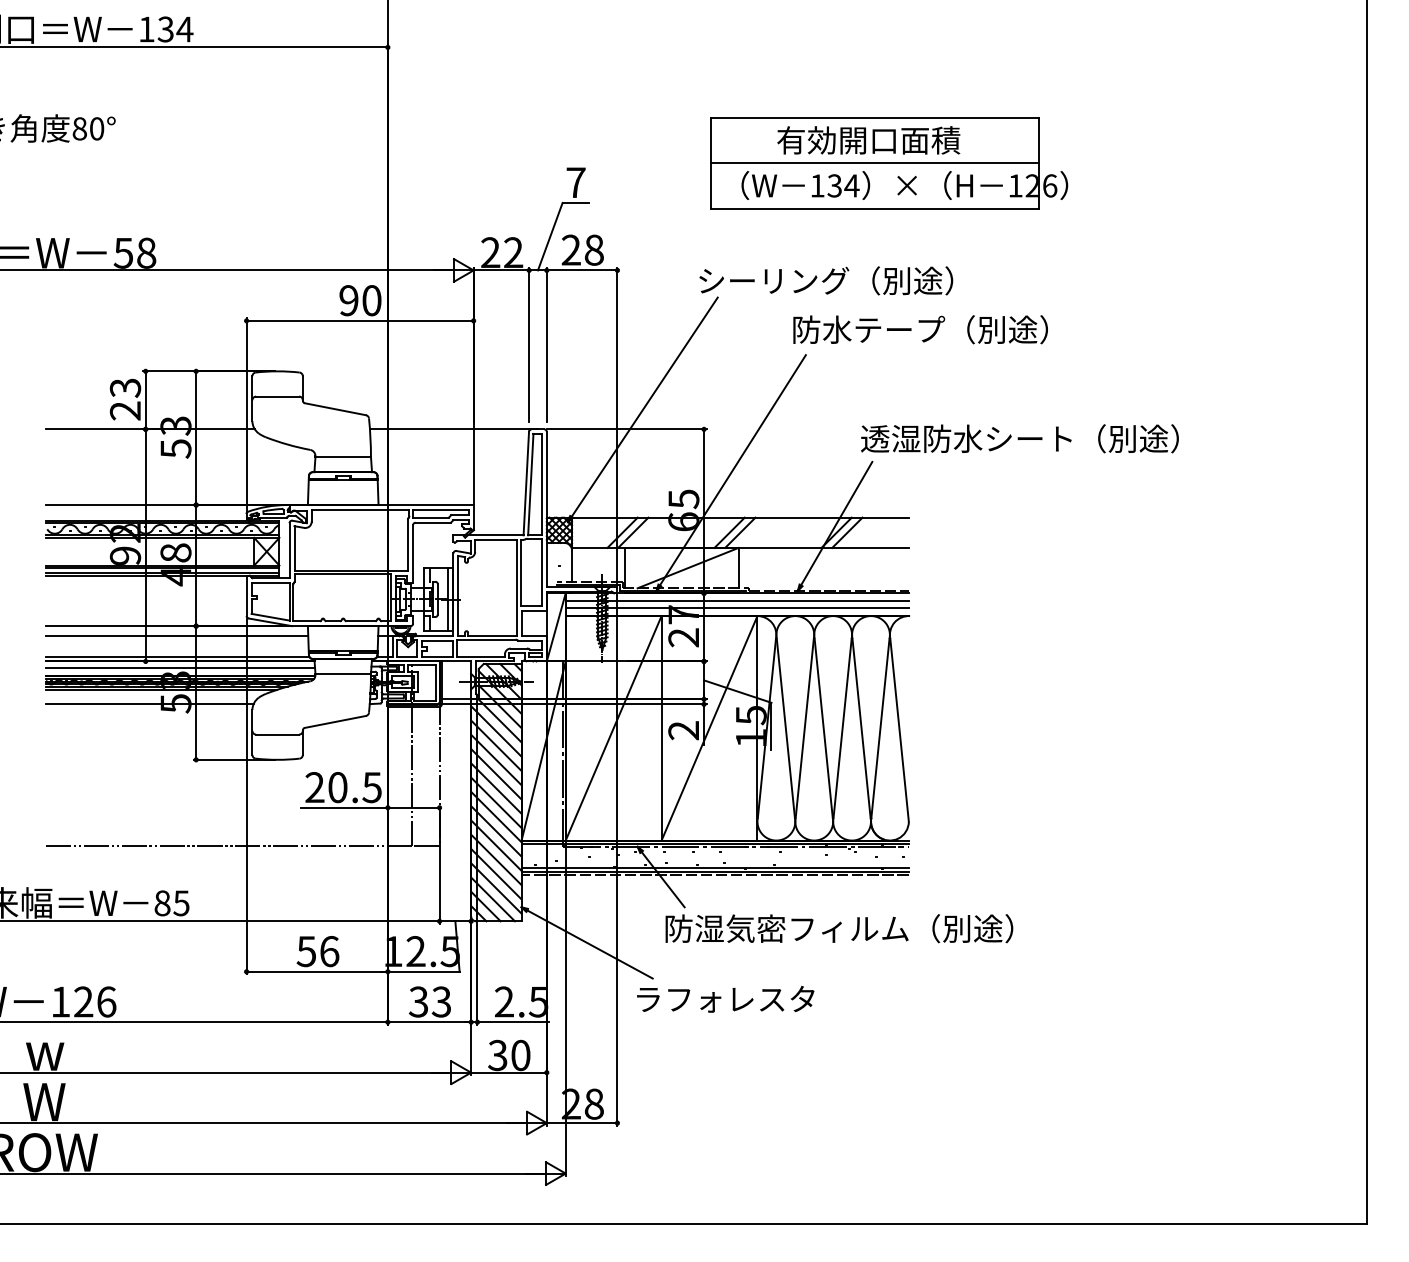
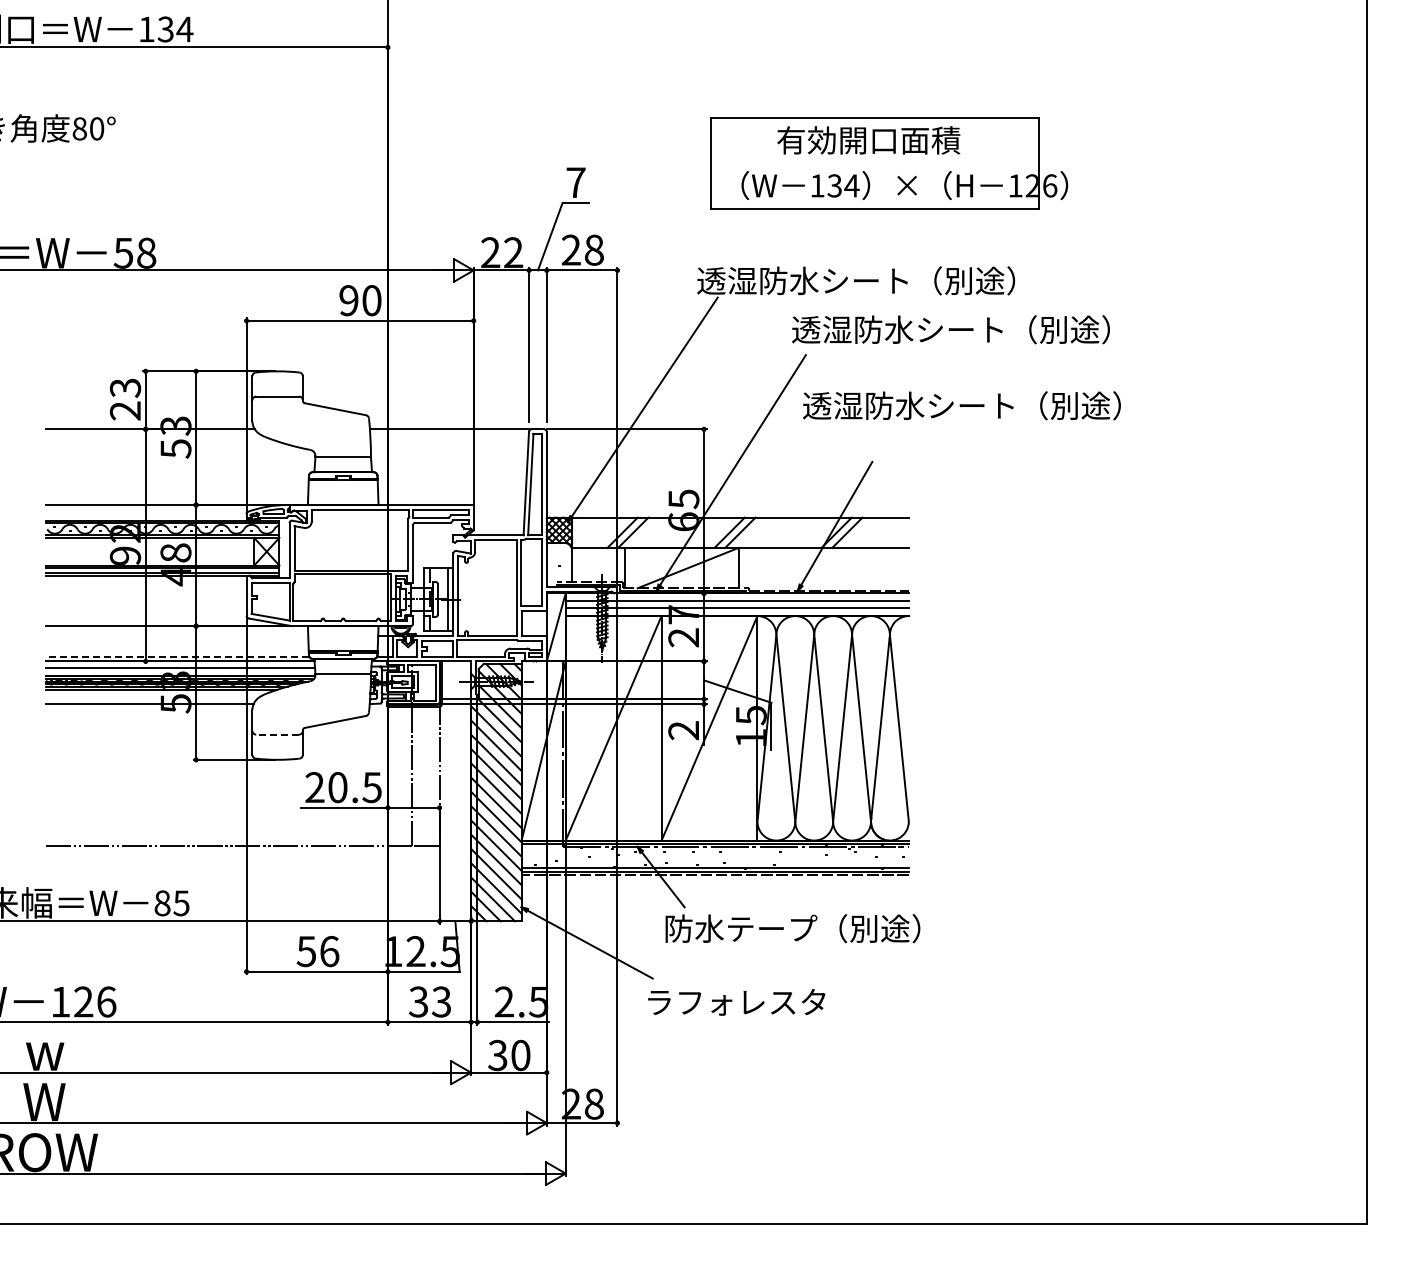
line at (874, 163): present -> none
text at (856, 280): シーリング（別途） -> 透湿防水シート（別途）
text at (950, 329): 防水テープ（別途） -> 透湿防水シート（別途）
text at (1019, 438) position: (1019, 438) -> (961, 405)
line at (177, 636): present -> none
line at (177, 656): solid -> dashed
line at (277, 734): solid -> dashed
text at (854, 928): 防湿気密フィルム（別途） -> 防水テープ（別途）
text at (725, 999) position: (725, 999) -> (736, 1002)
